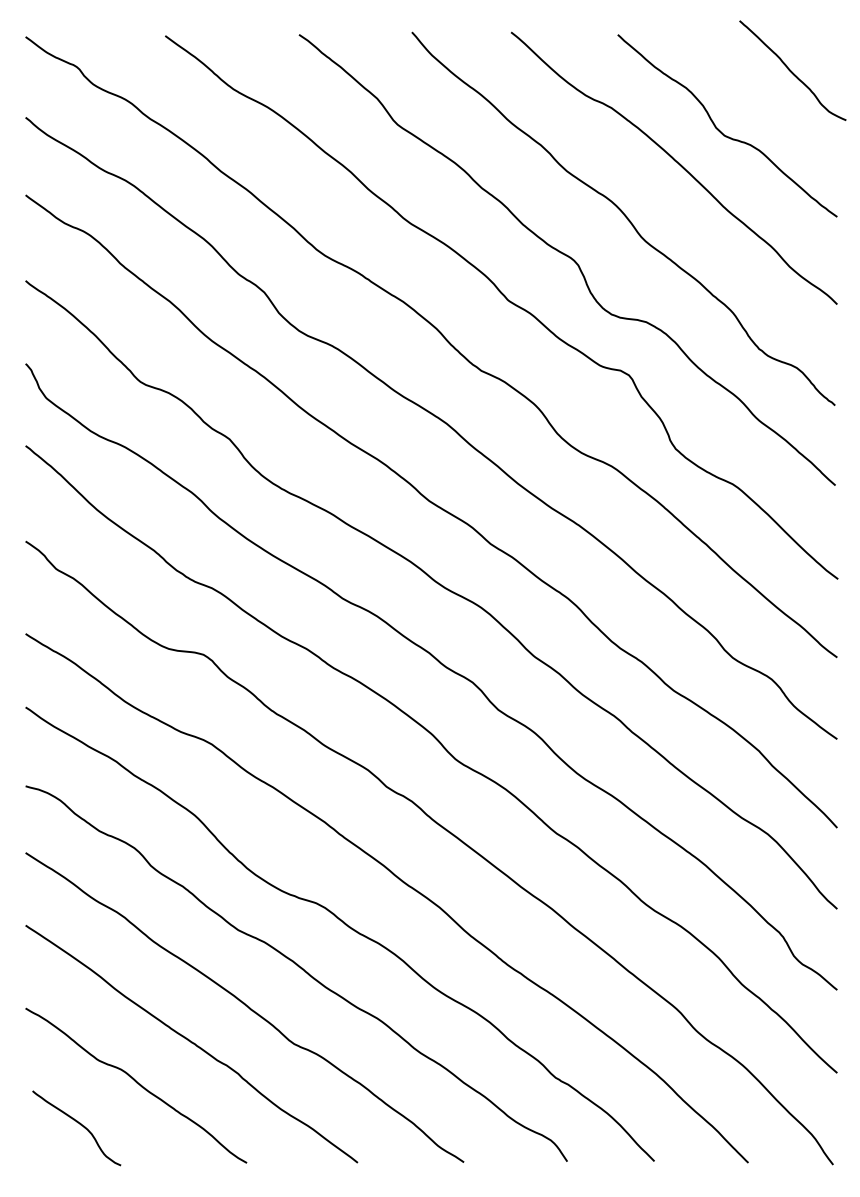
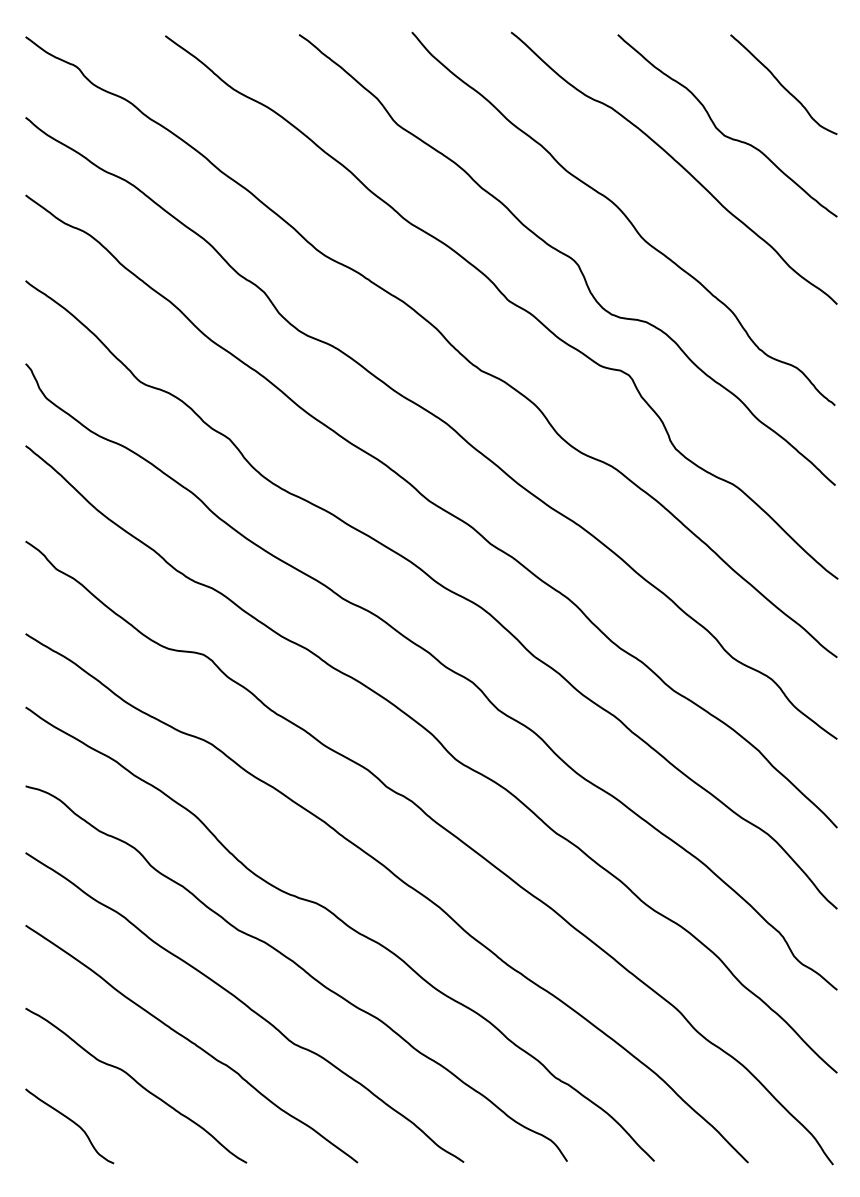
curve at (791, 70) position: (791, 70) -> (782, 84)
curve at (79, 1124) position: (79, 1124) -> (72, 1122)
